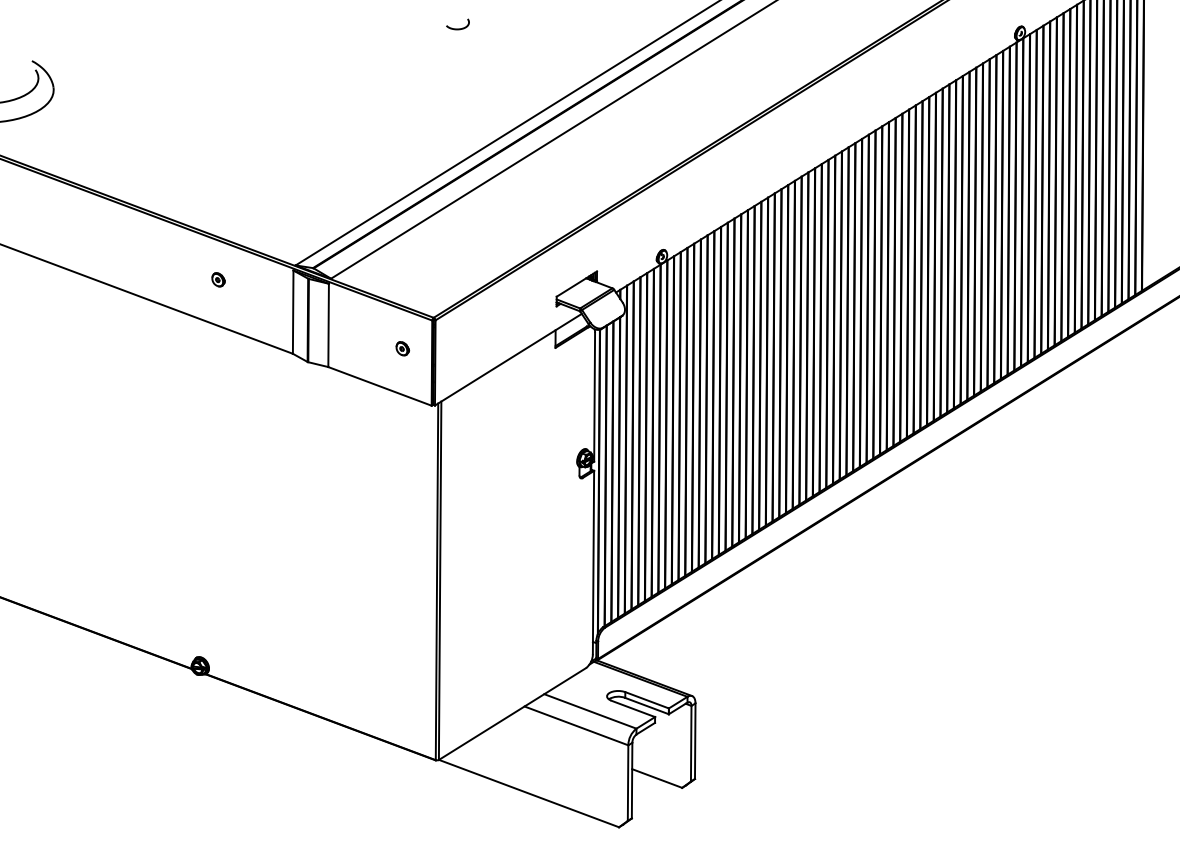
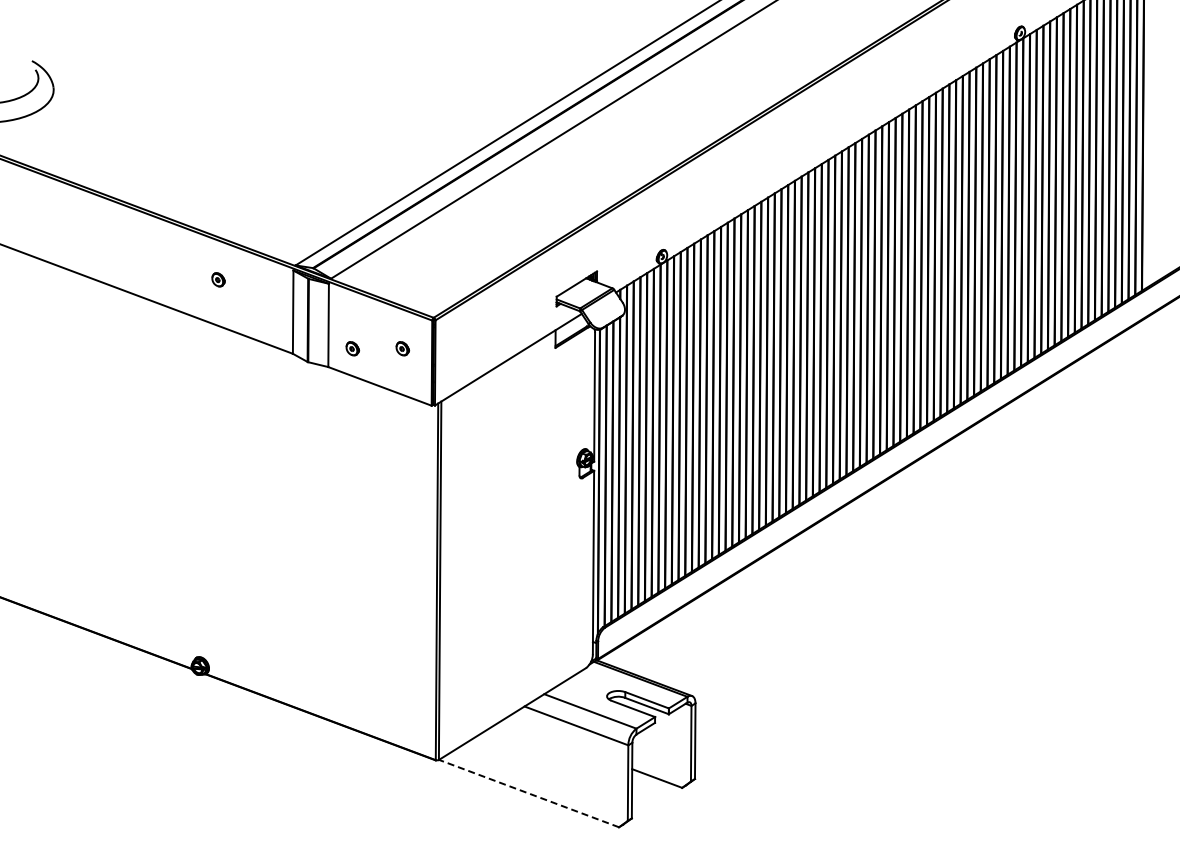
curve at (457, 28): present -> none
part at (352, 348): none -> present
line at (528, 793): solid -> dashed
